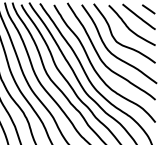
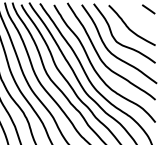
line at (138, 16): present -> none
